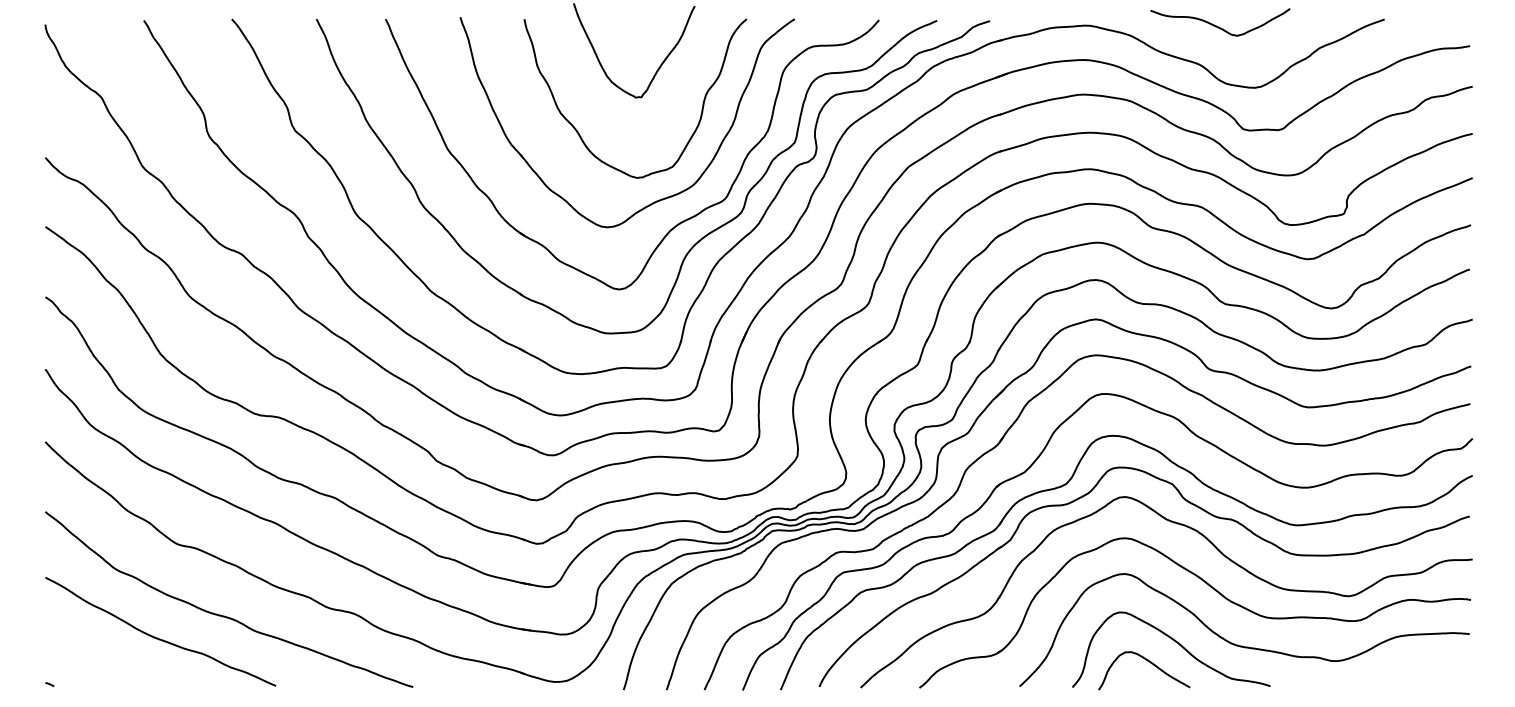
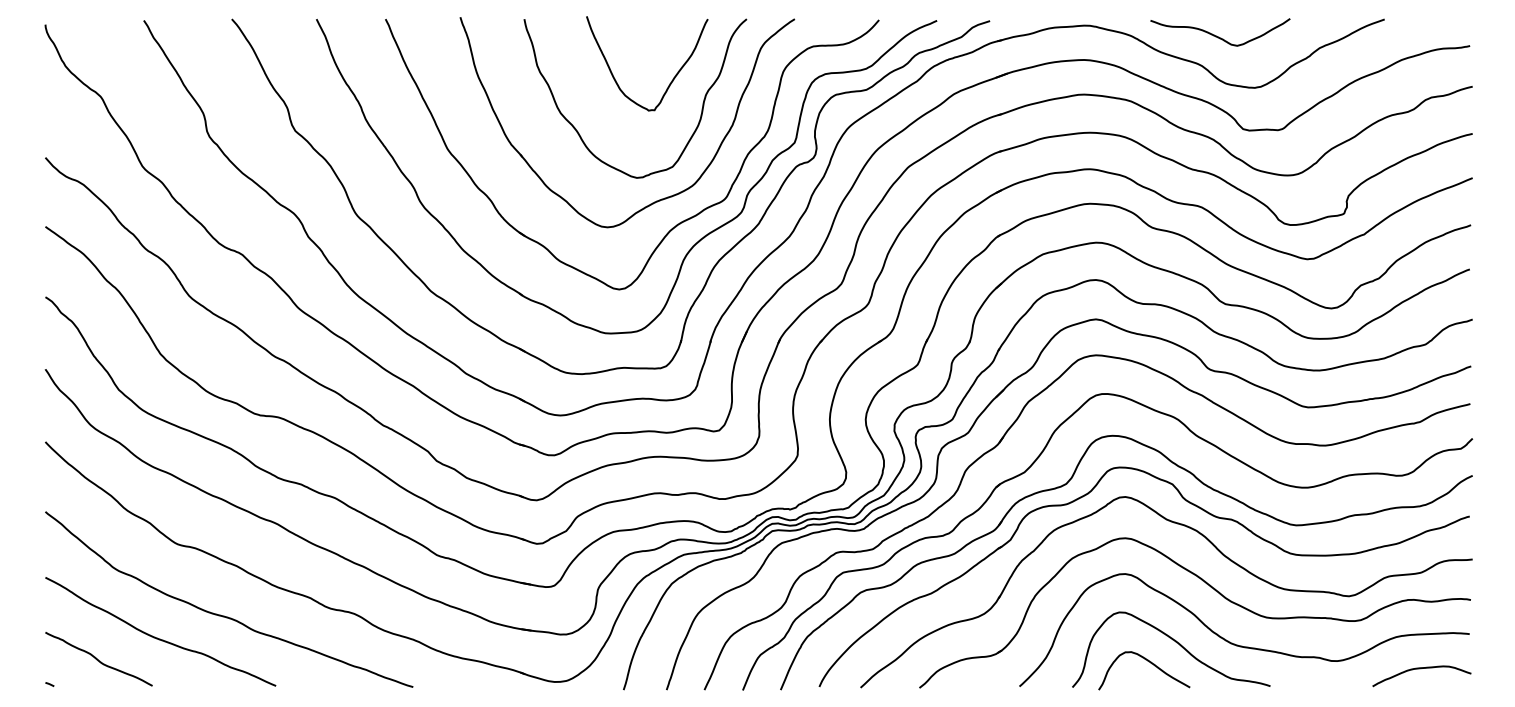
curve at (1218, 26) position: (1218, 26) -> (1218, 36)
curve at (658, 67) position: (658, 67) -> (671, 80)
curve at (98, 659): none -> present
curve at (1421, 669): none -> present
